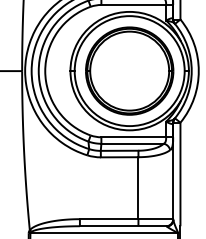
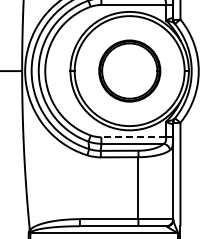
part at (129, 70) size: 90x90 px -> 64x64 px
line at (133, 137): solid -> dashed
